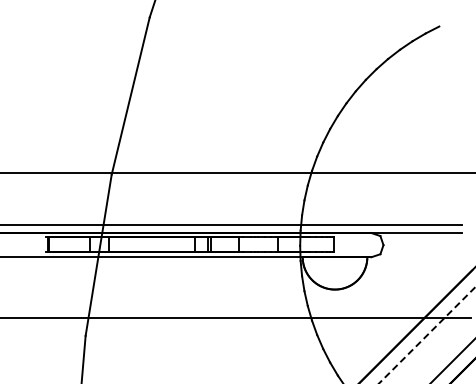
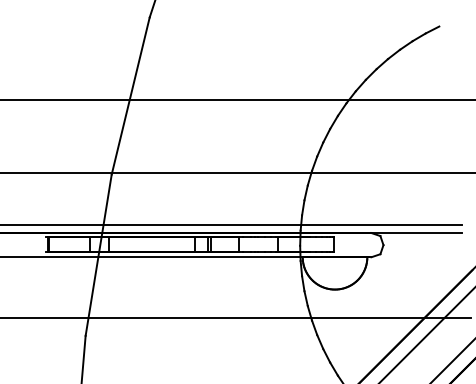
line at (237, 100): none -> present
line at (427, 334): dashed -> solid
